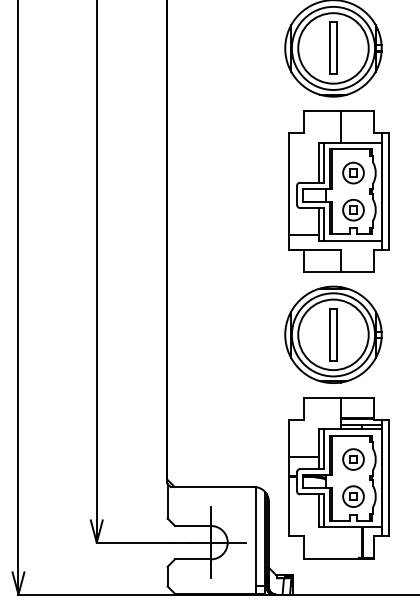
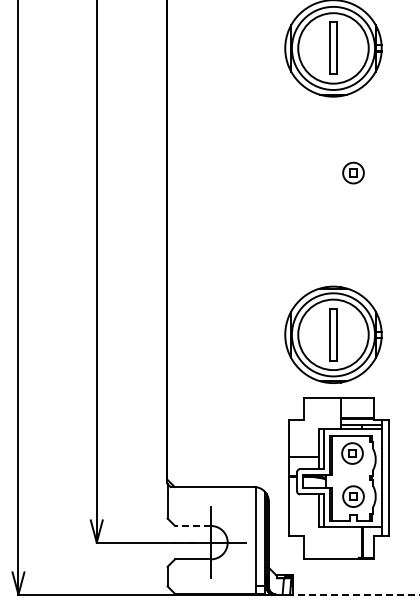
part at (338, 191): present -> none
part at (353, 459) position: (353, 459) -> (352, 453)
line at (193, 525): solid -> dashed
line at (355, 594): solid -> dashed
